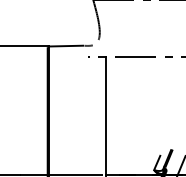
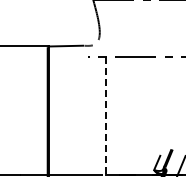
line at (105, 116): solid -> dashed
